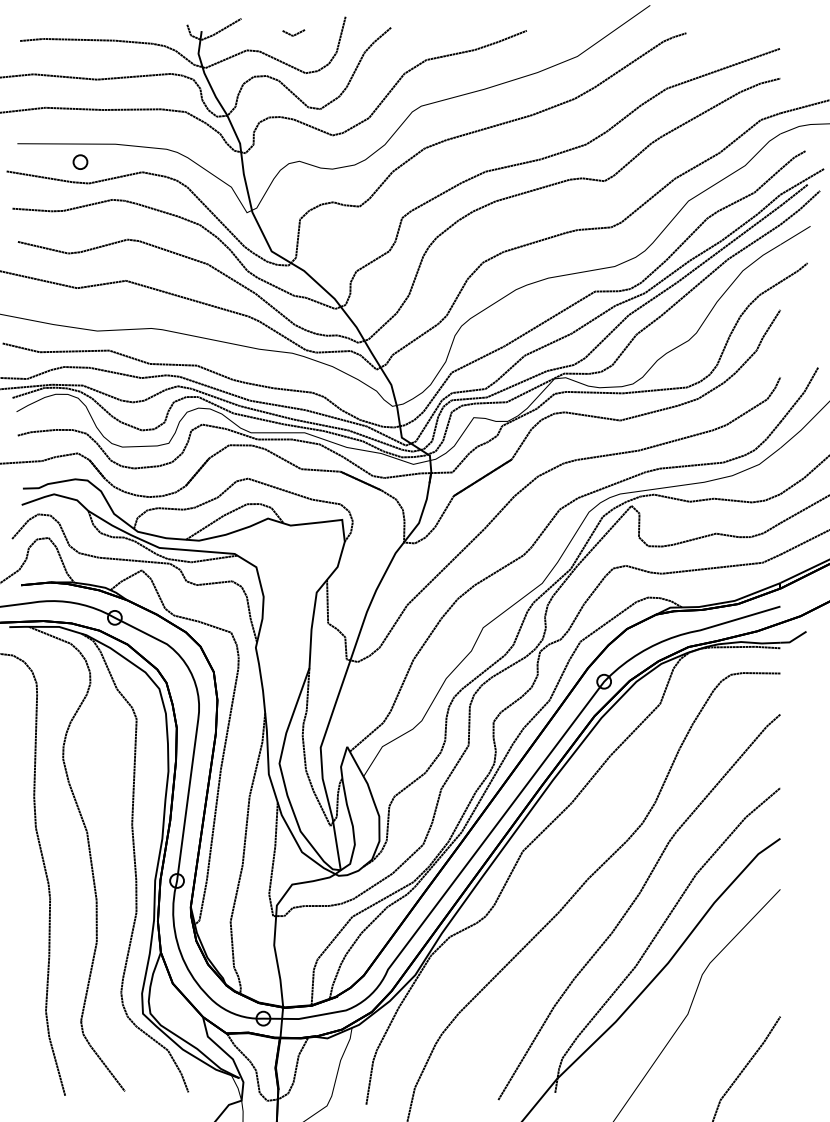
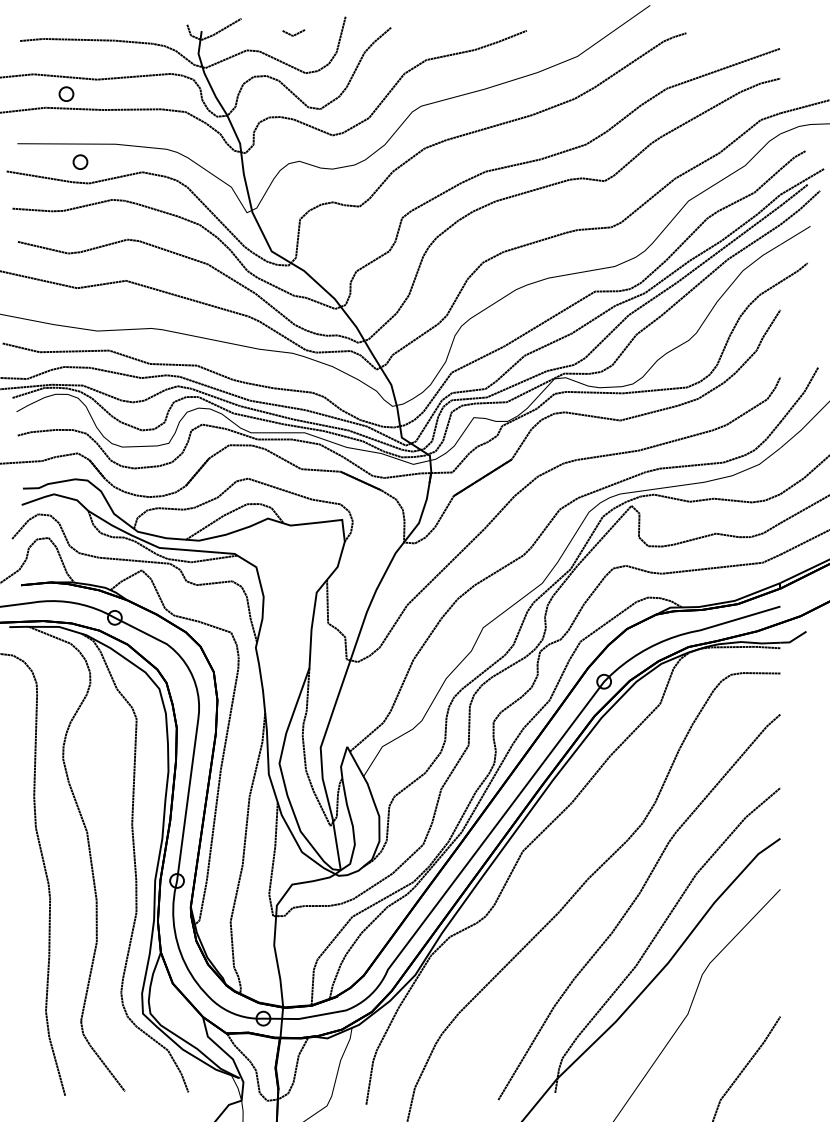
part at (66, 93): none -> present
